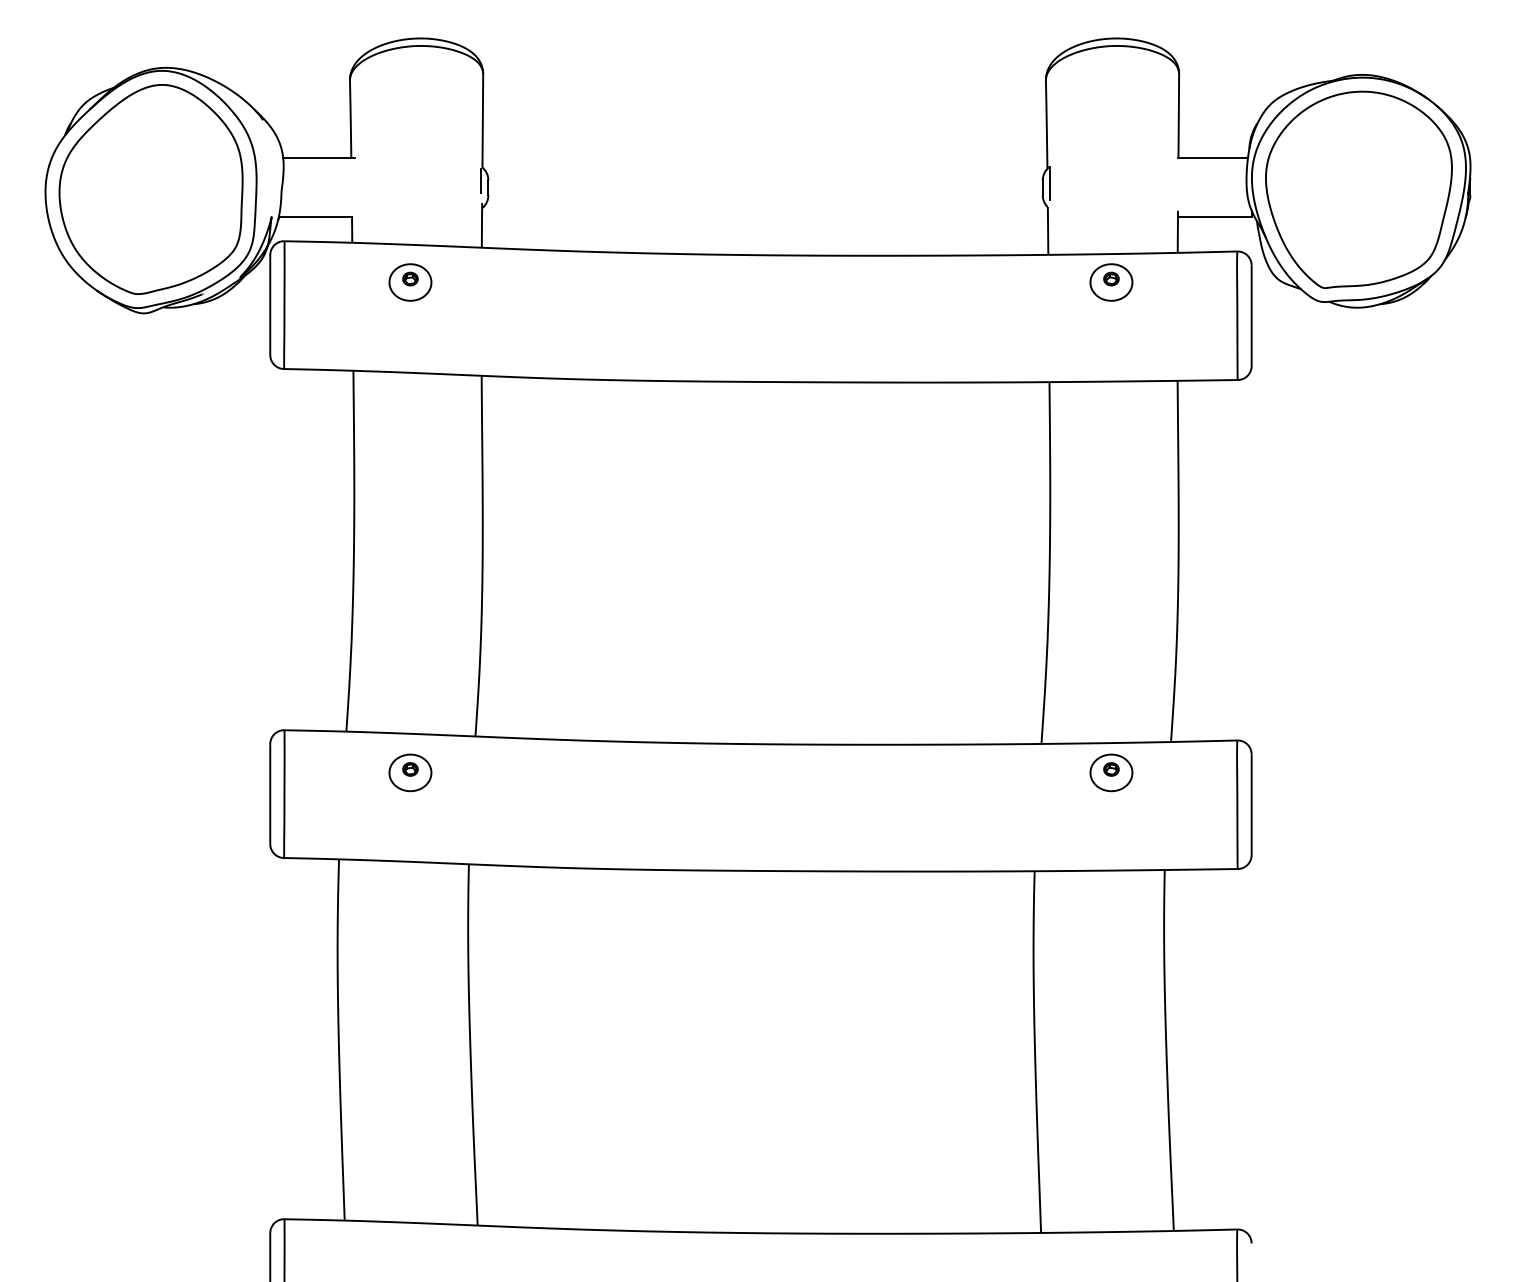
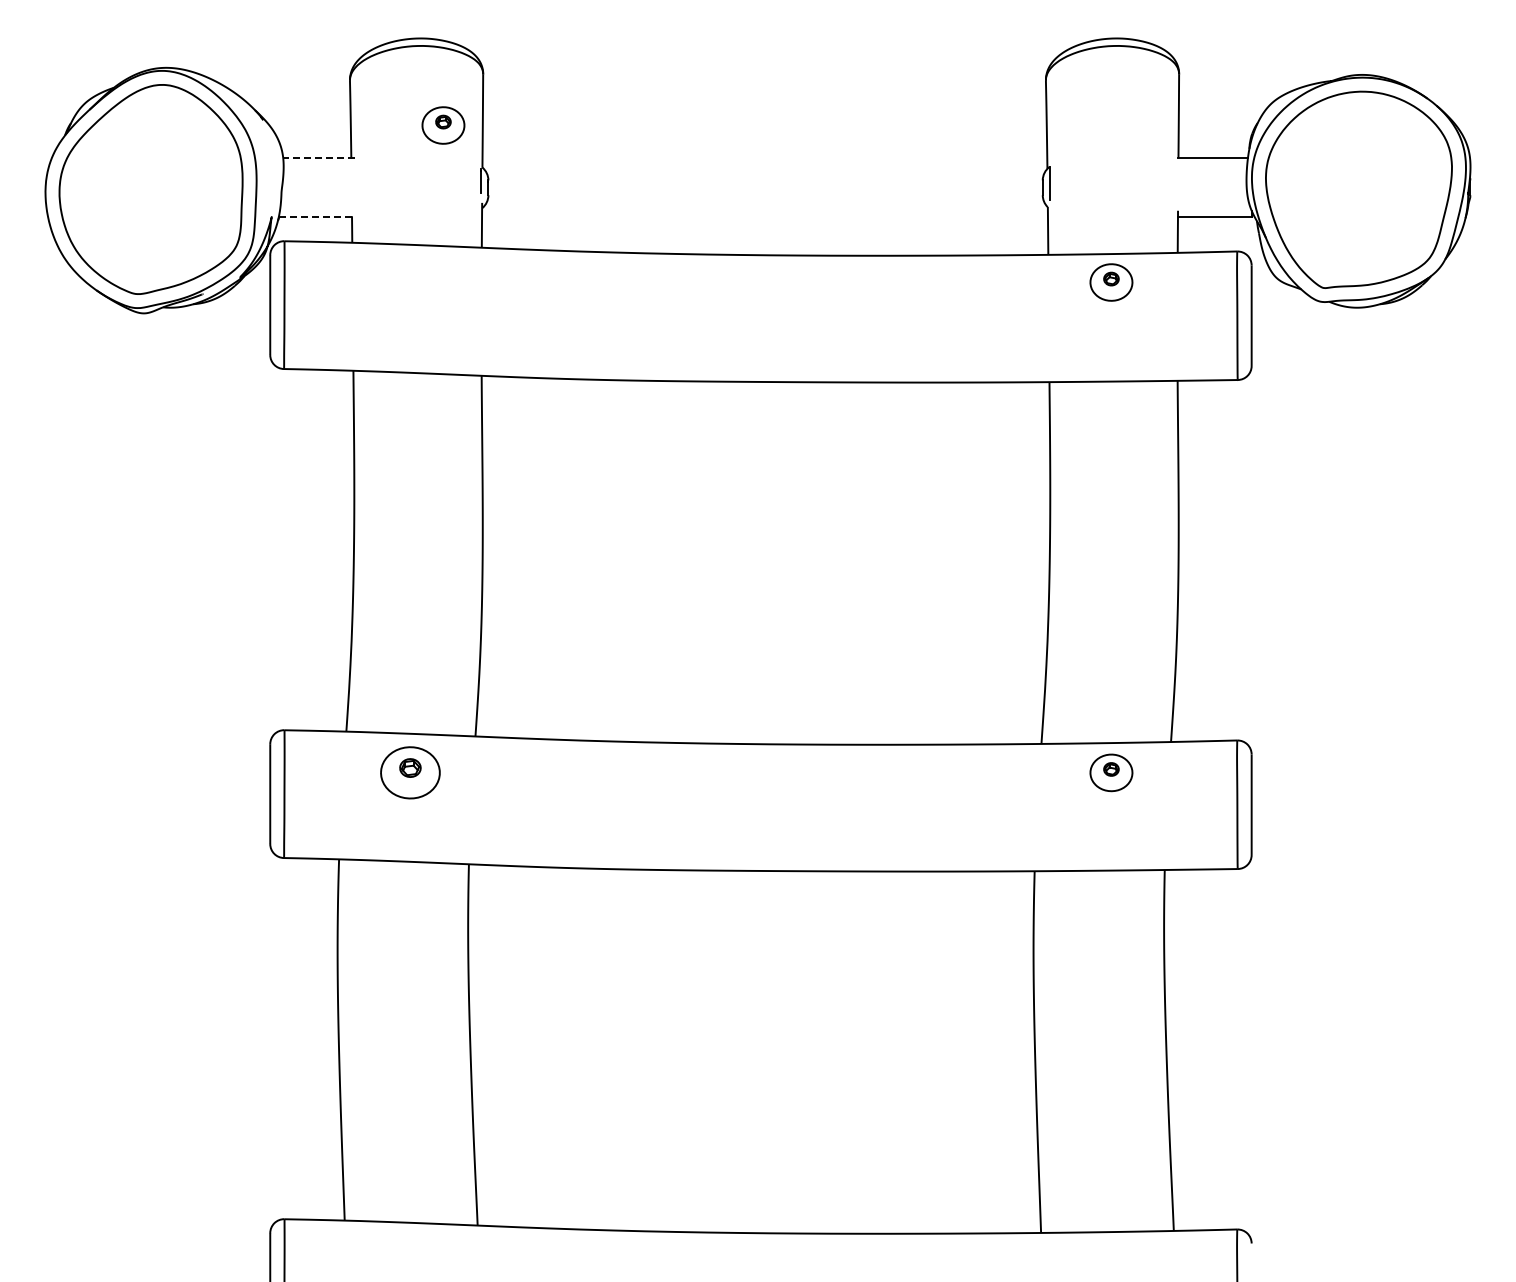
line at (319, 158): solid -> dashed
line at (315, 217): solid -> dashed
part at (410, 282) position: (410, 282) -> (443, 125)
part at (410, 772) size: 45x40 px -> 61x54 px
